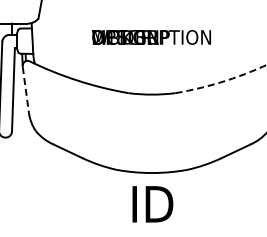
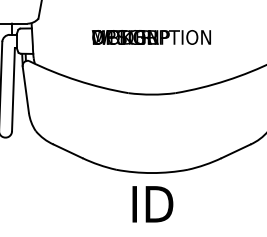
arc at (222, 81): dashed -> solid
line at (25, 90): dashed -> solid
